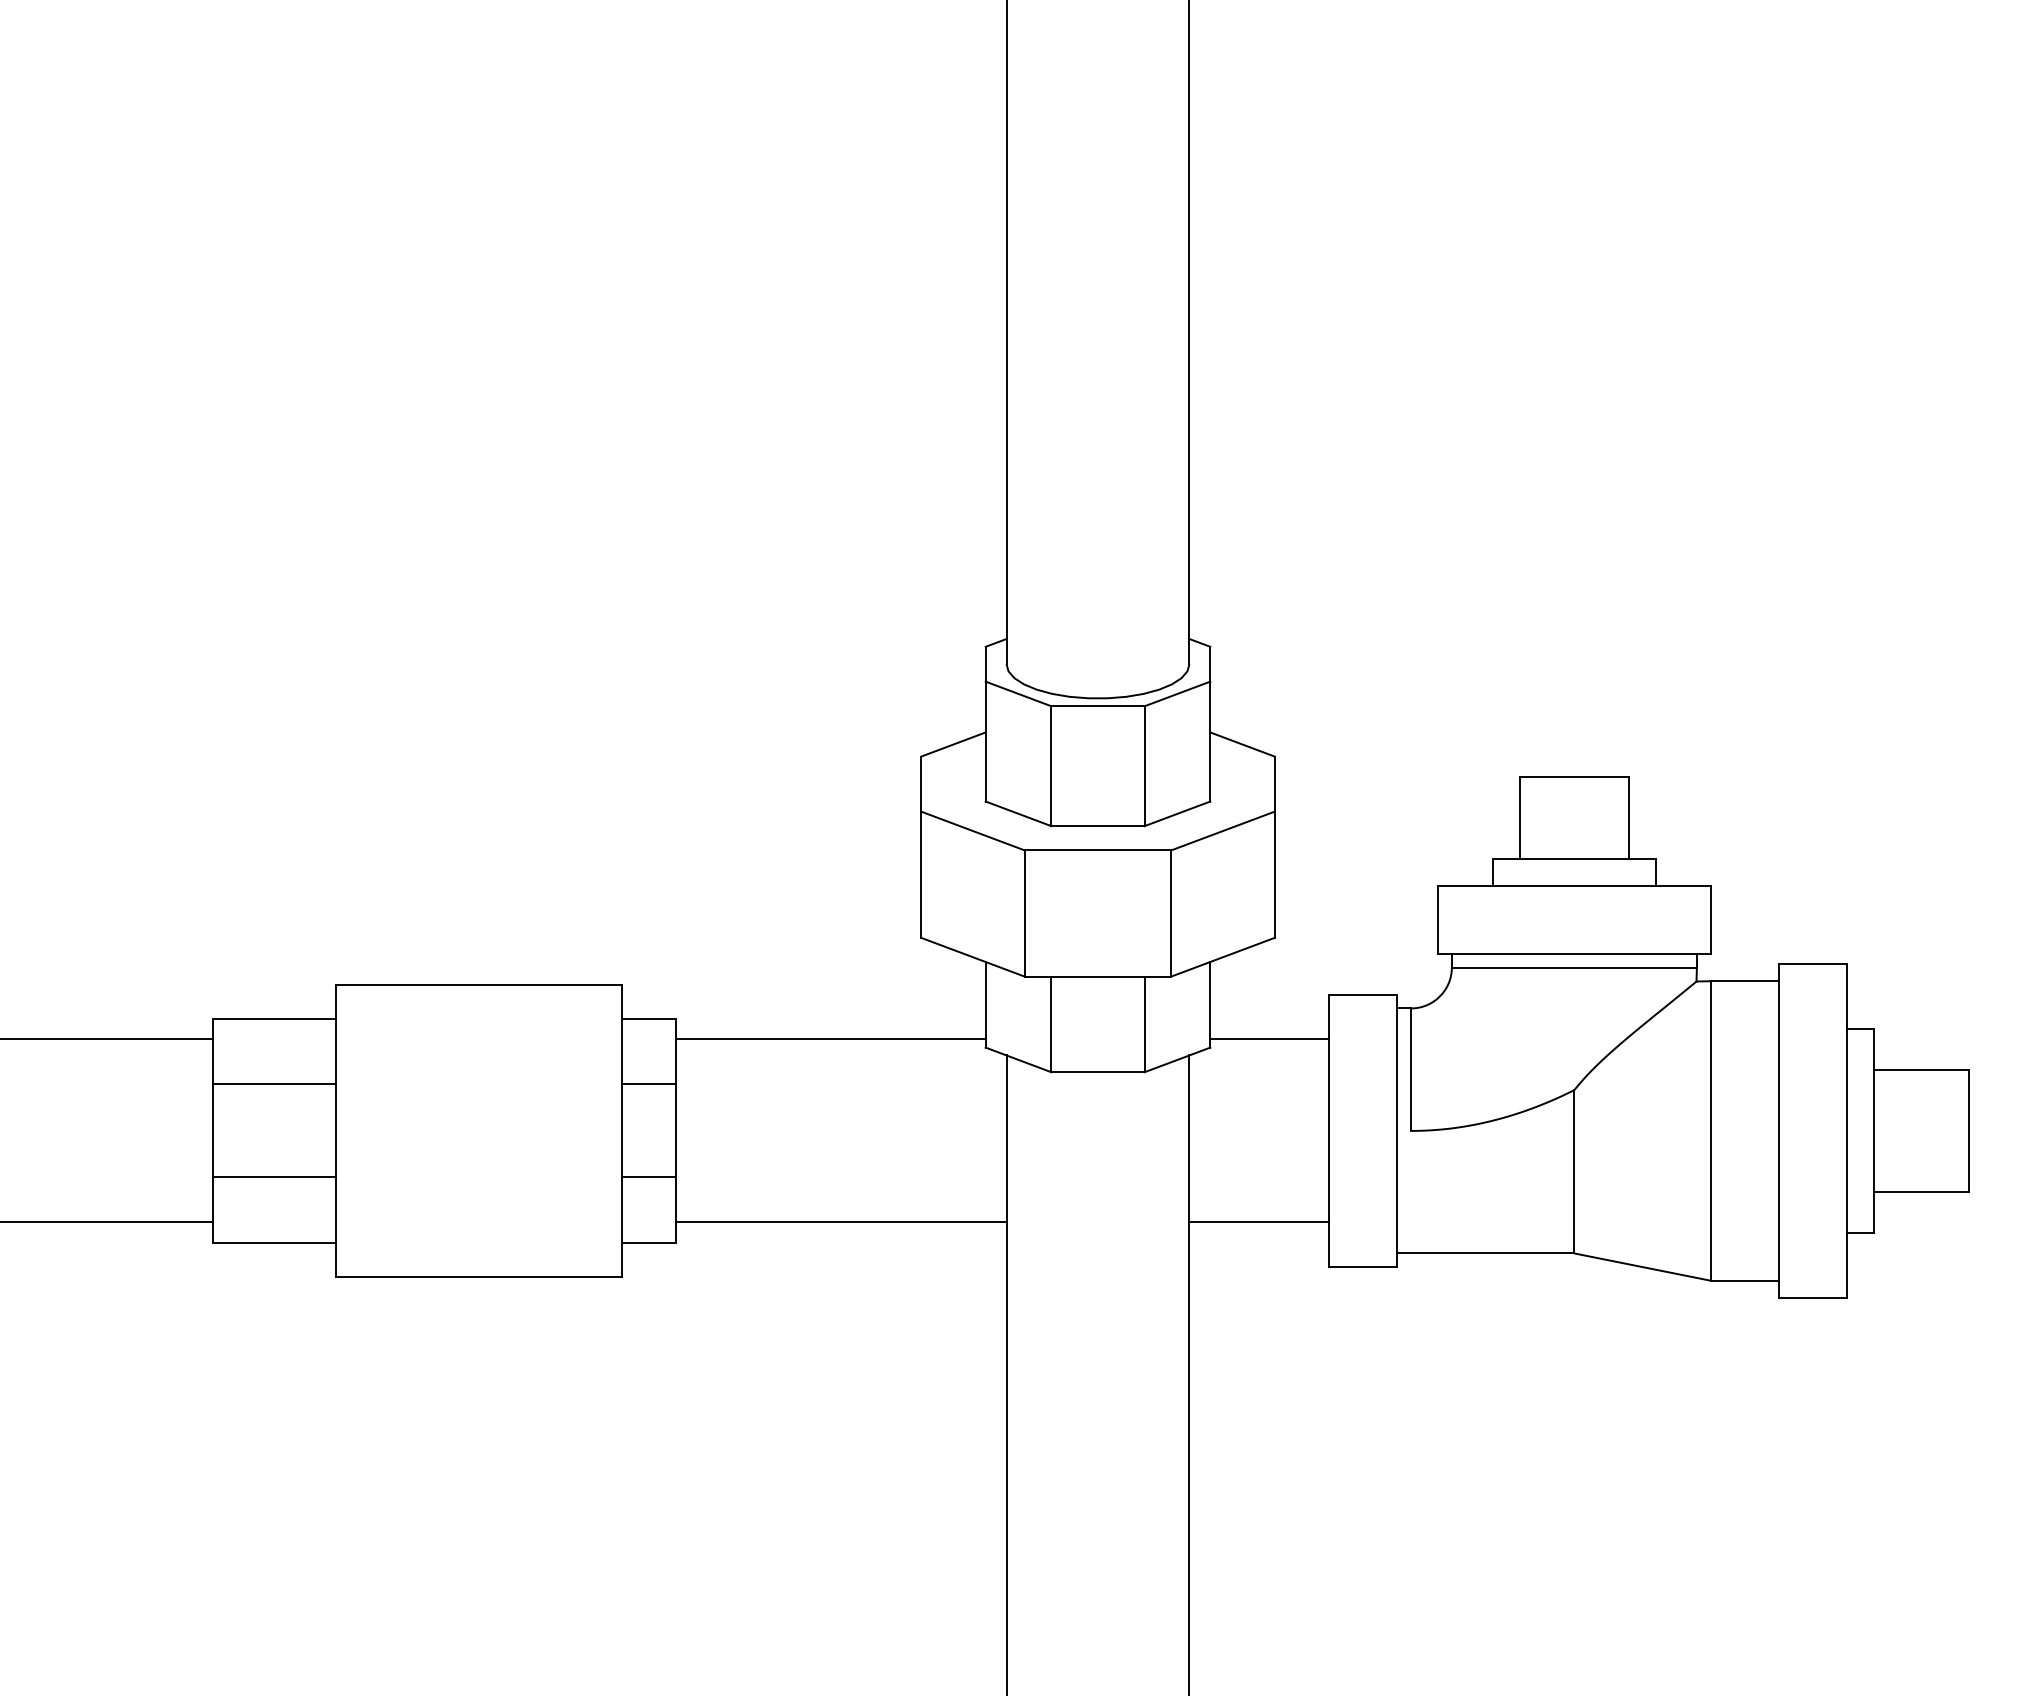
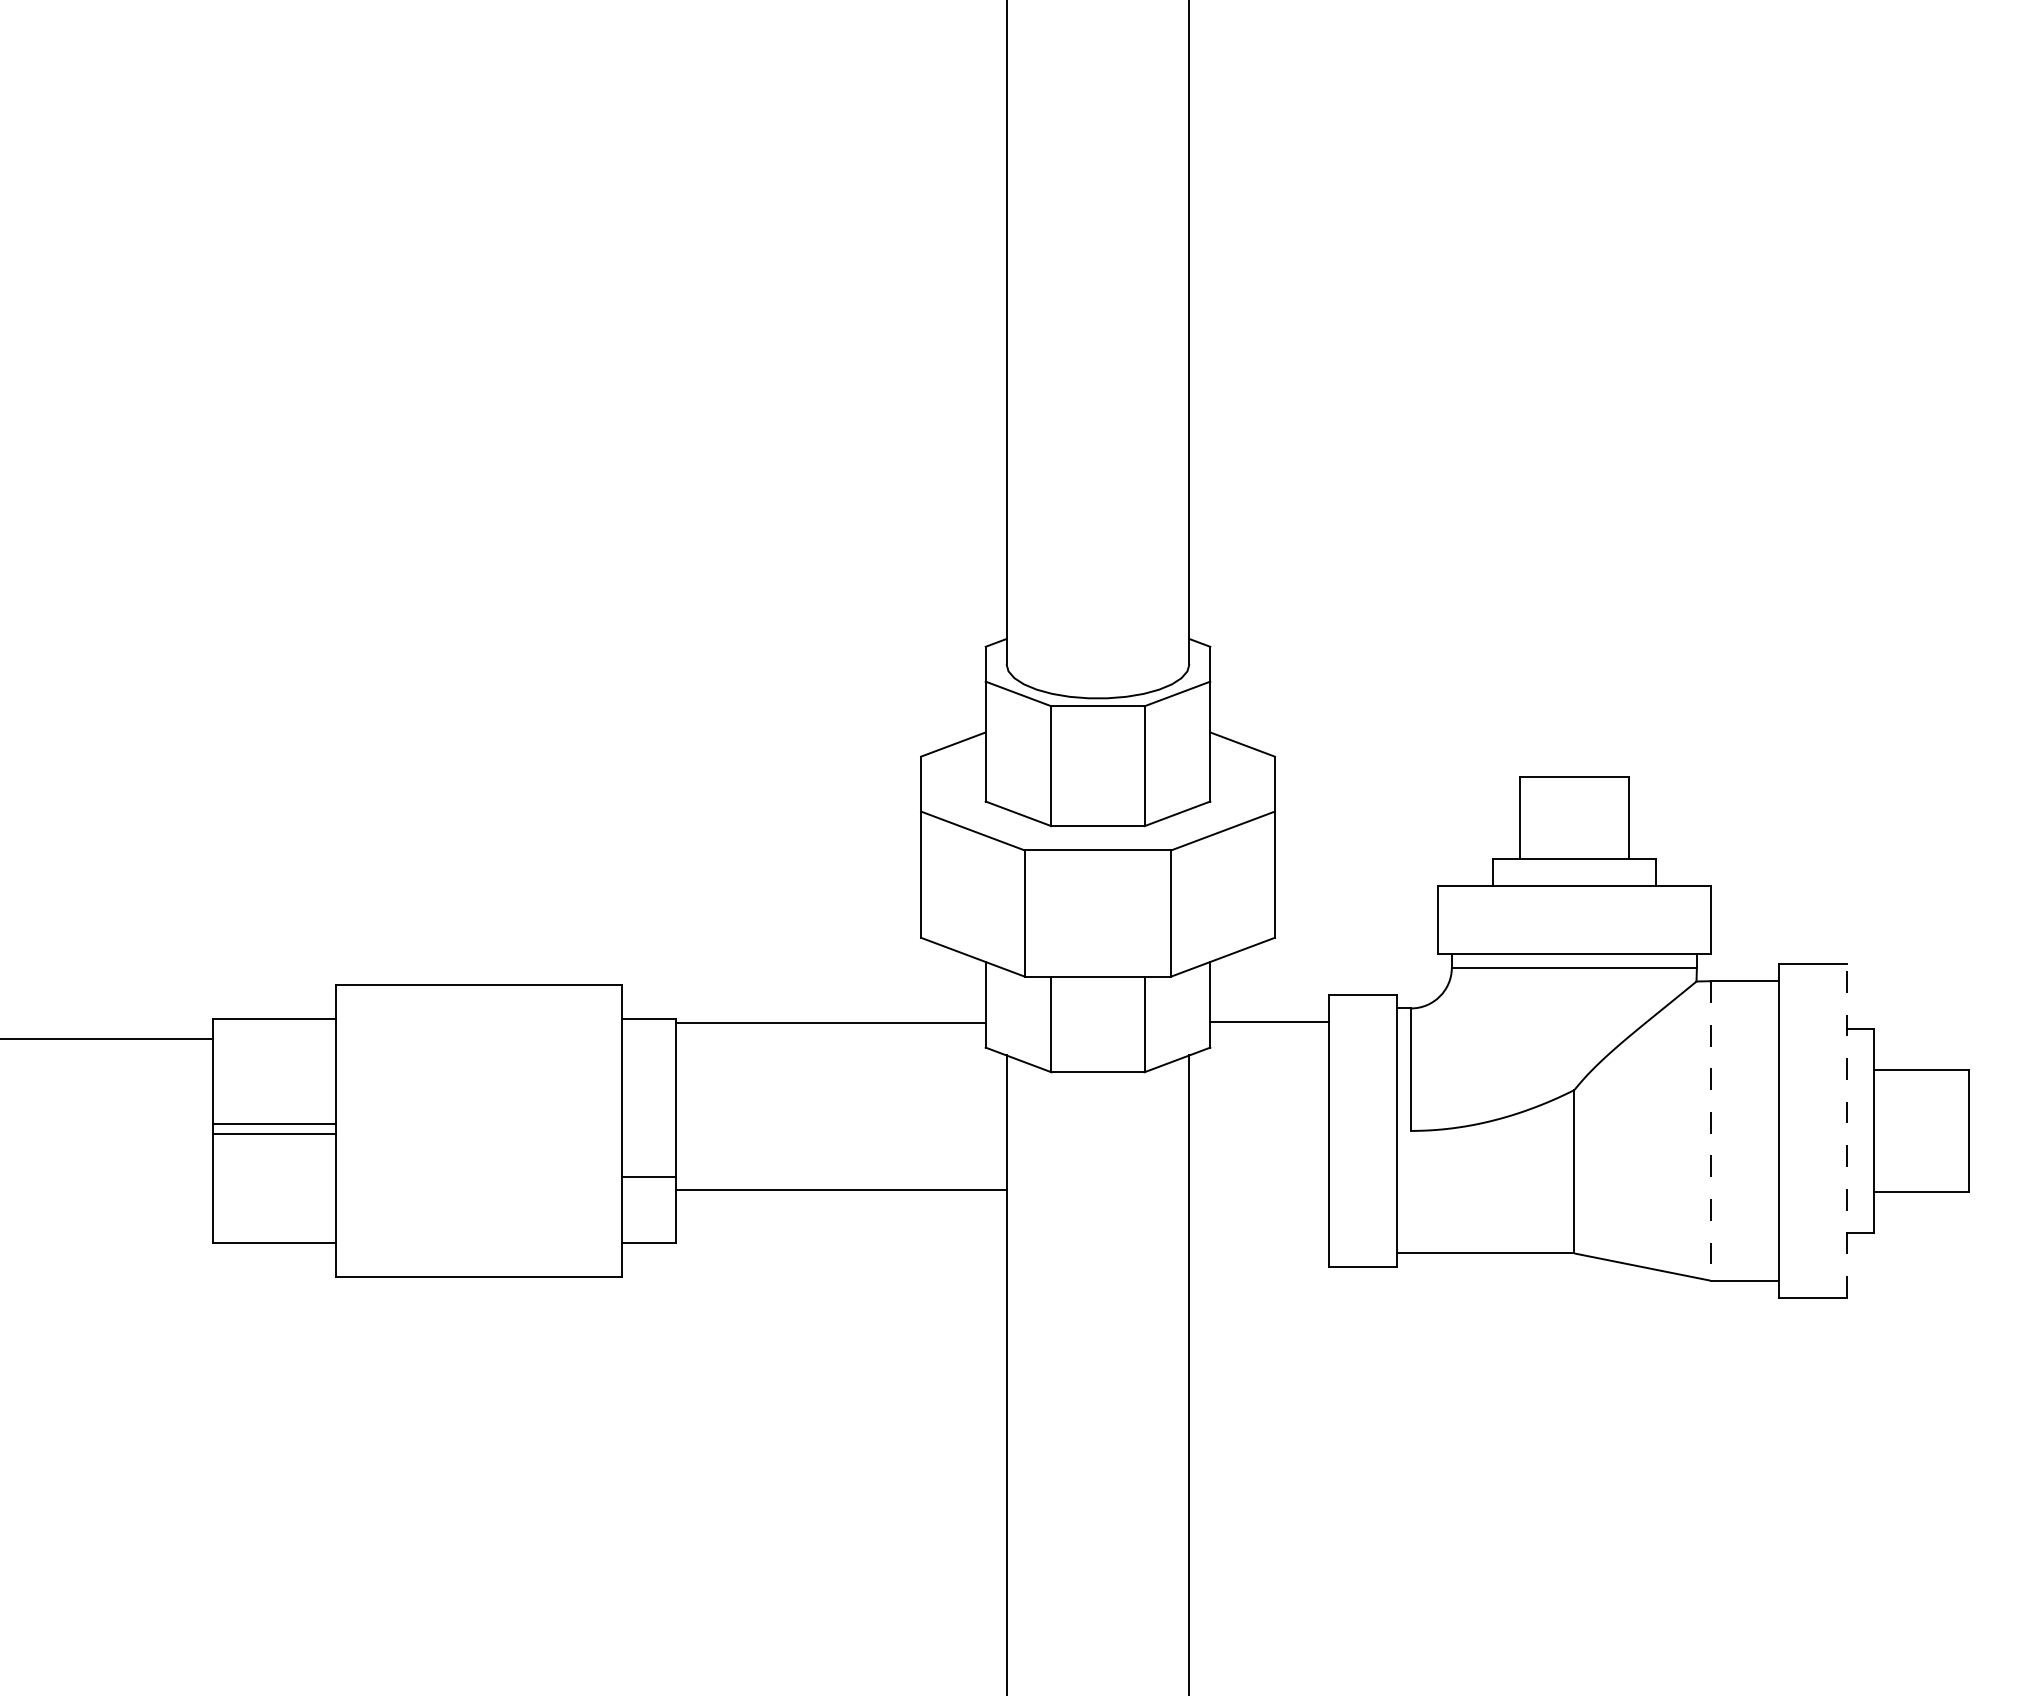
line at (830, 1039) position: (830, 1039) -> (830, 1023)
line at (1269, 1039) position: (1269, 1039) -> (1269, 1022)
line at (274, 1084) position: (274, 1084) -> (274, 1124)
line at (648, 1084): present -> none
line at (1710, 1130): solid -> dashed
line at (1846, 1130): solid -> dashed
line at (274, 1177) position: (274, 1177) -> (274, 1134)
line at (107, 1222): present -> none
line at (841, 1222) position: (841, 1222) -> (841, 1190)
line at (1259, 1222): present -> none
